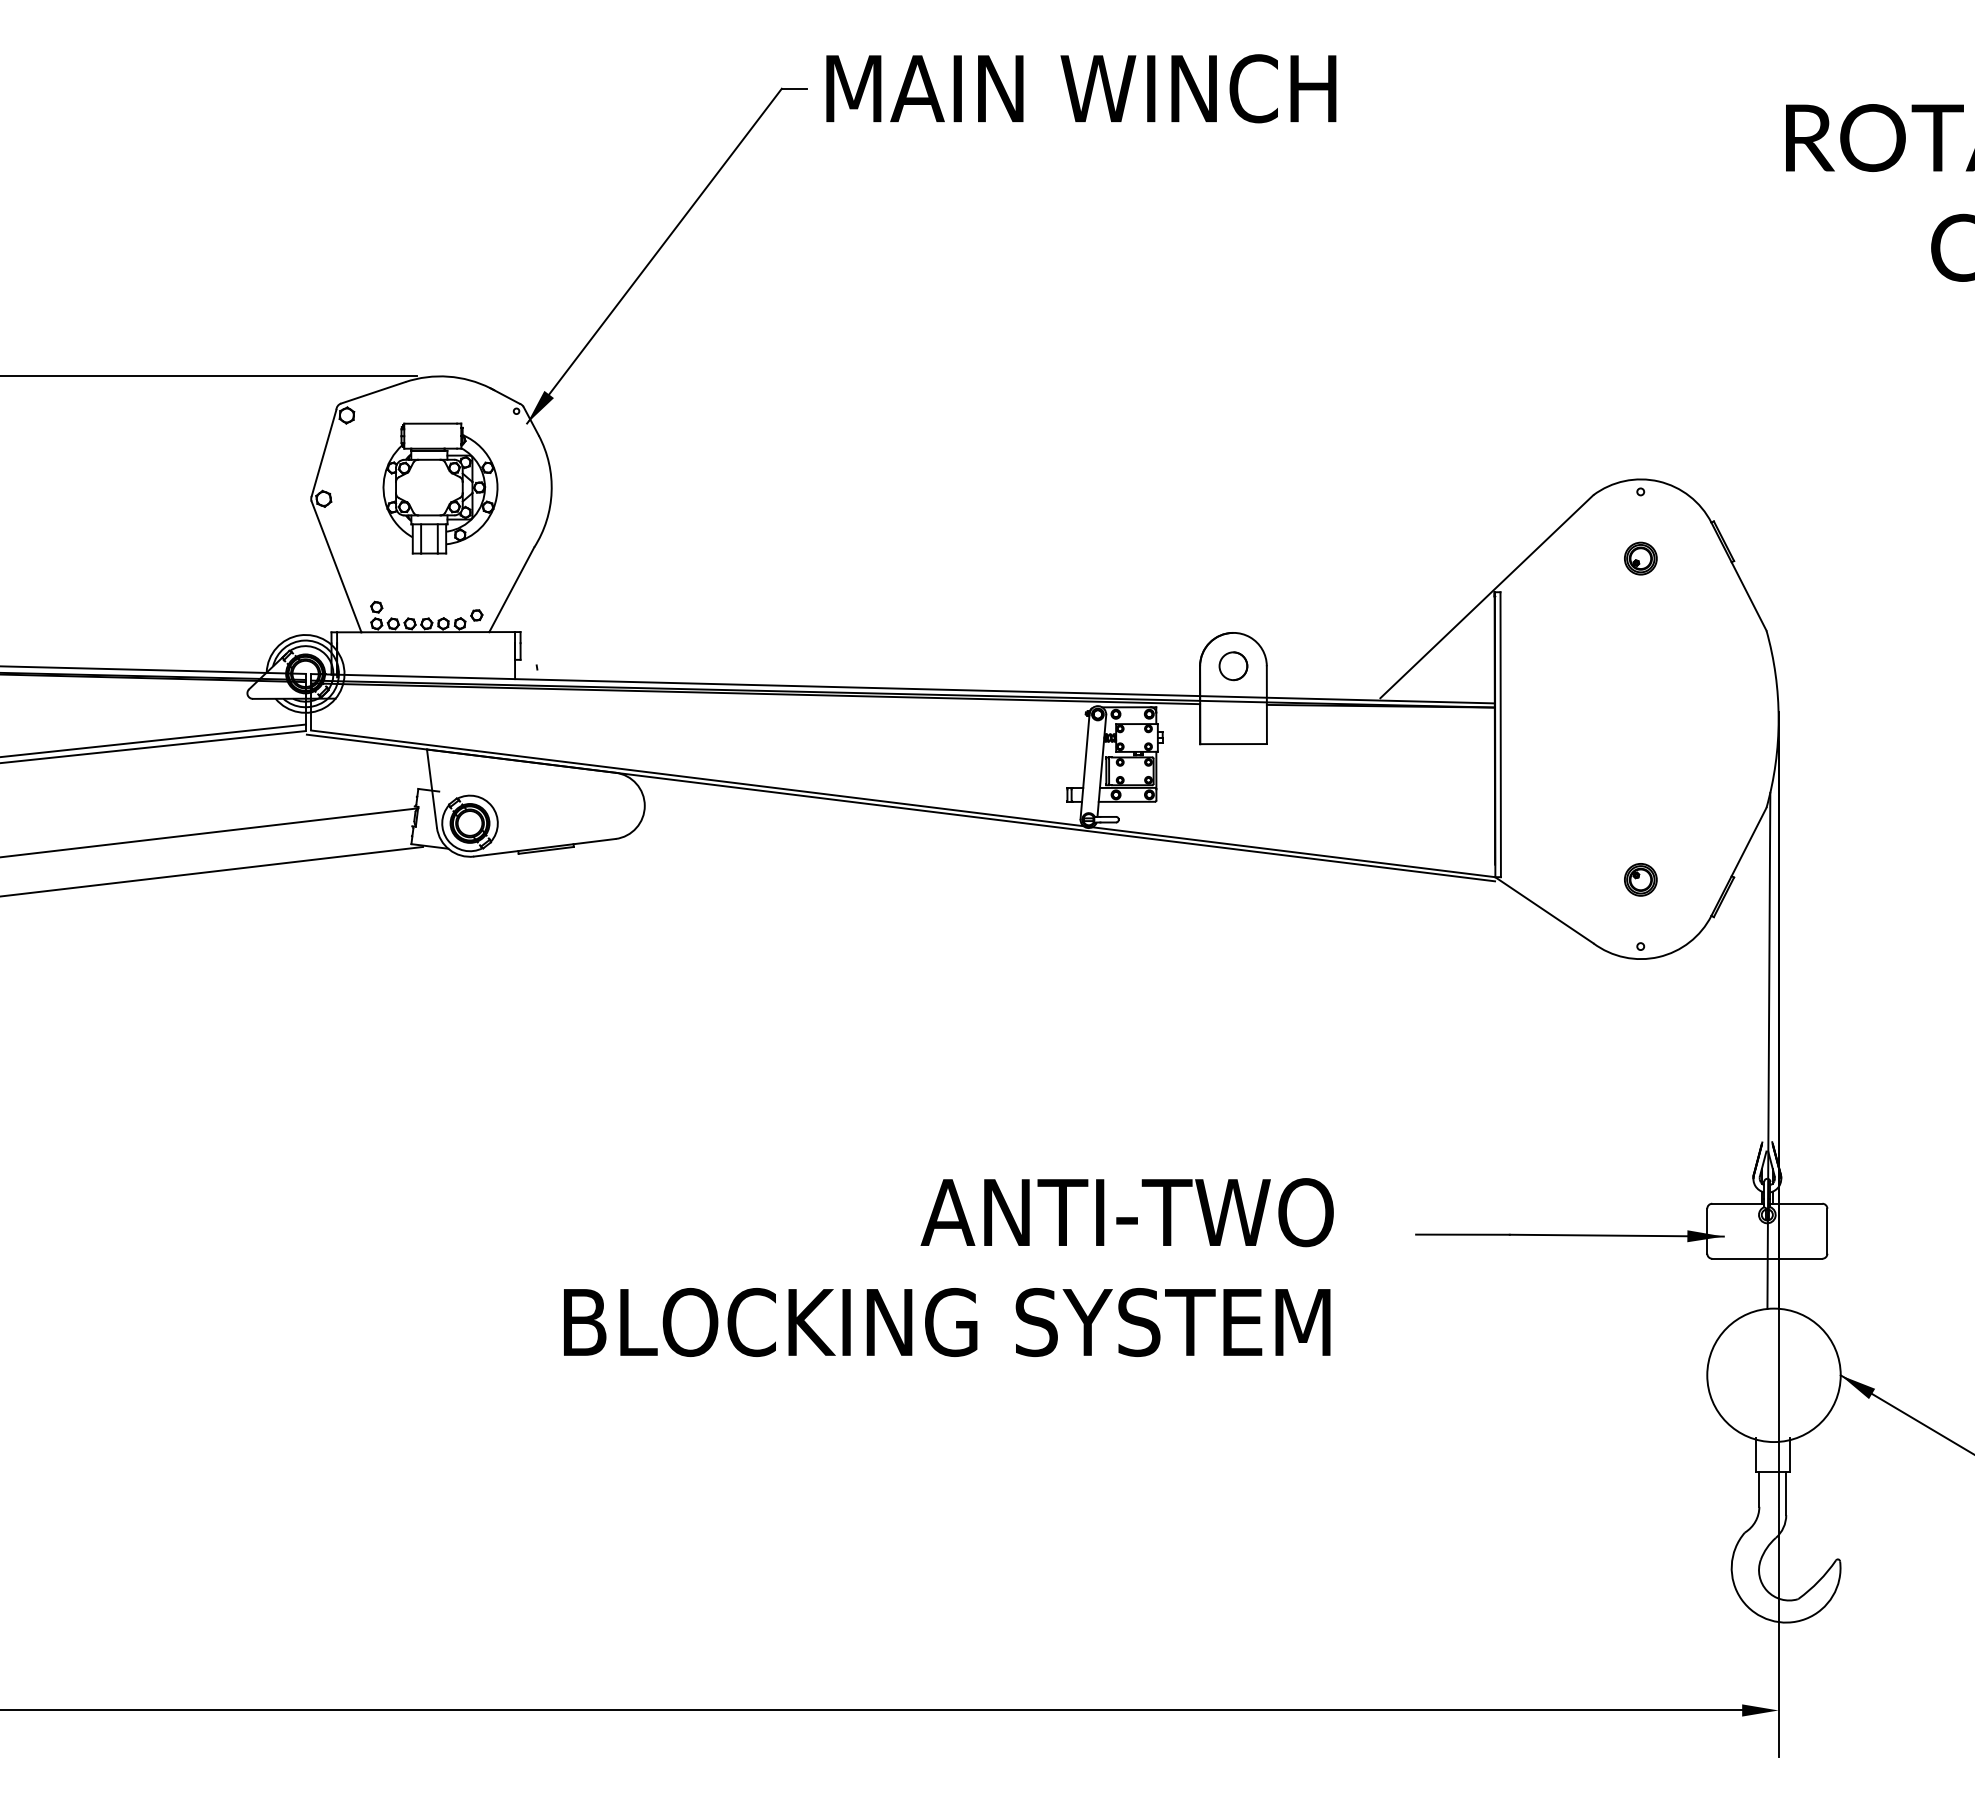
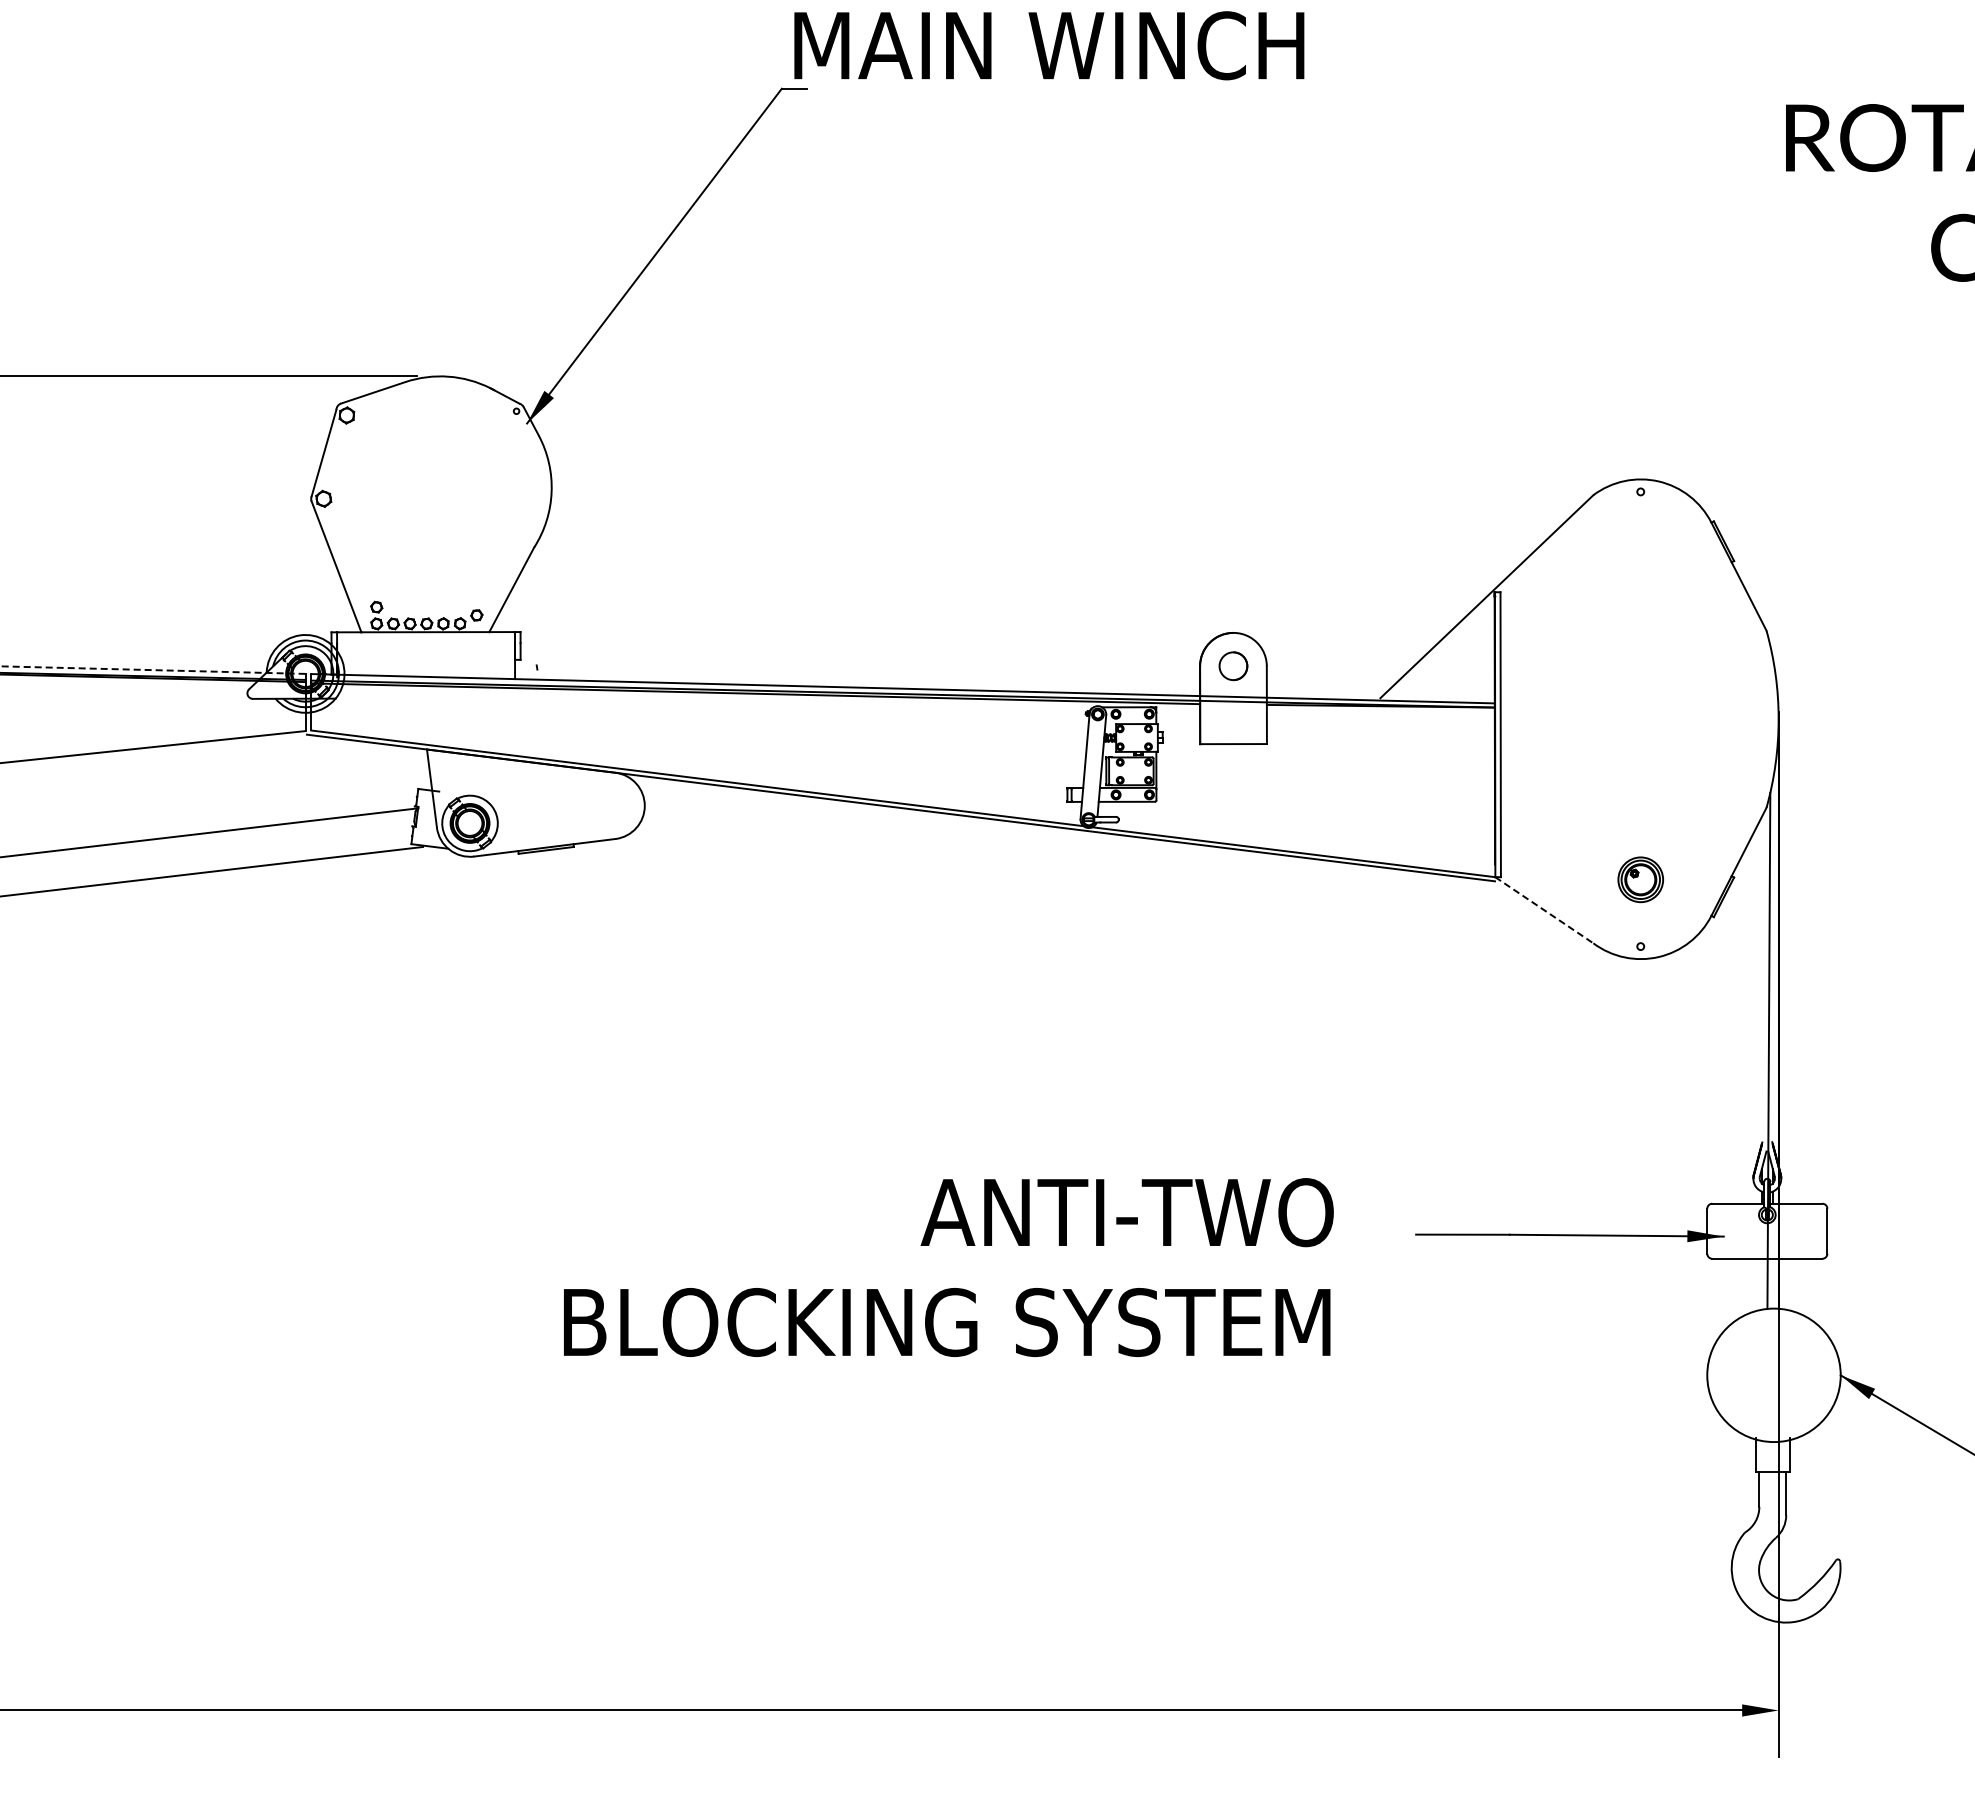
text at (1081, 88) position: (1081, 88) -> (1049, 45)
part at (440, 488): present -> none
part at (1640, 558): present -> none
line at (152, 670): solid -> dashed
line at (153, 740): present -> none
part at (1640, 879) size: 34x34 px -> 47x48 px
line at (1544, 910): solid -> dashed
